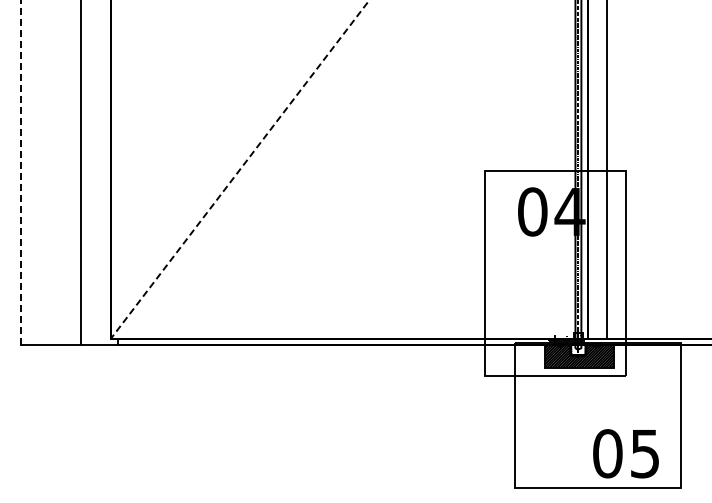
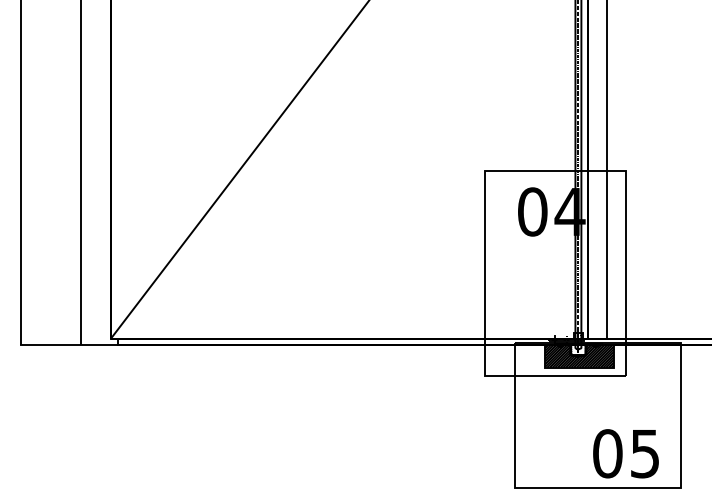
line at (240, 169): dashed -> solid
line at (21, 171): dashed -> solid
